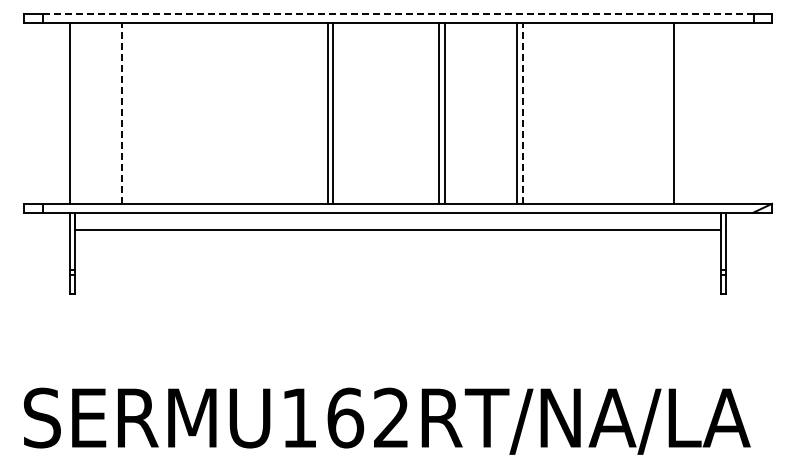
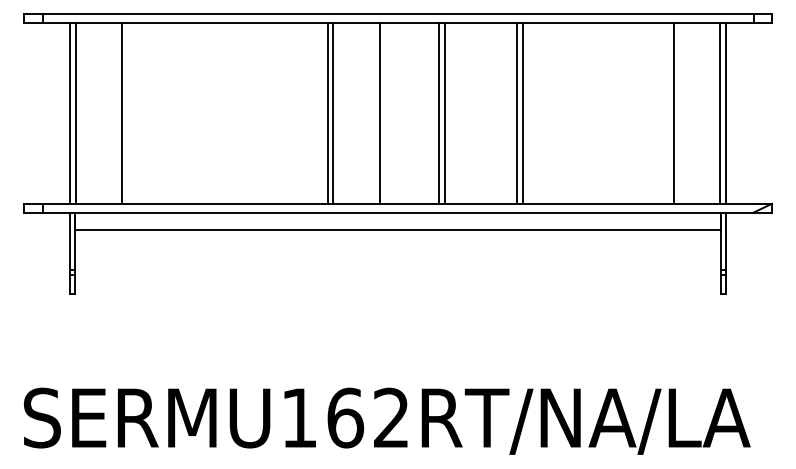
line at (397, 14): dashed -> solid
line at (75, 112): none -> present
line at (121, 112): dashed -> solid
line at (380, 112): none -> present
line at (522, 112): dashed -> solid
line at (720, 112): none -> present
line at (726, 112): none -> present
